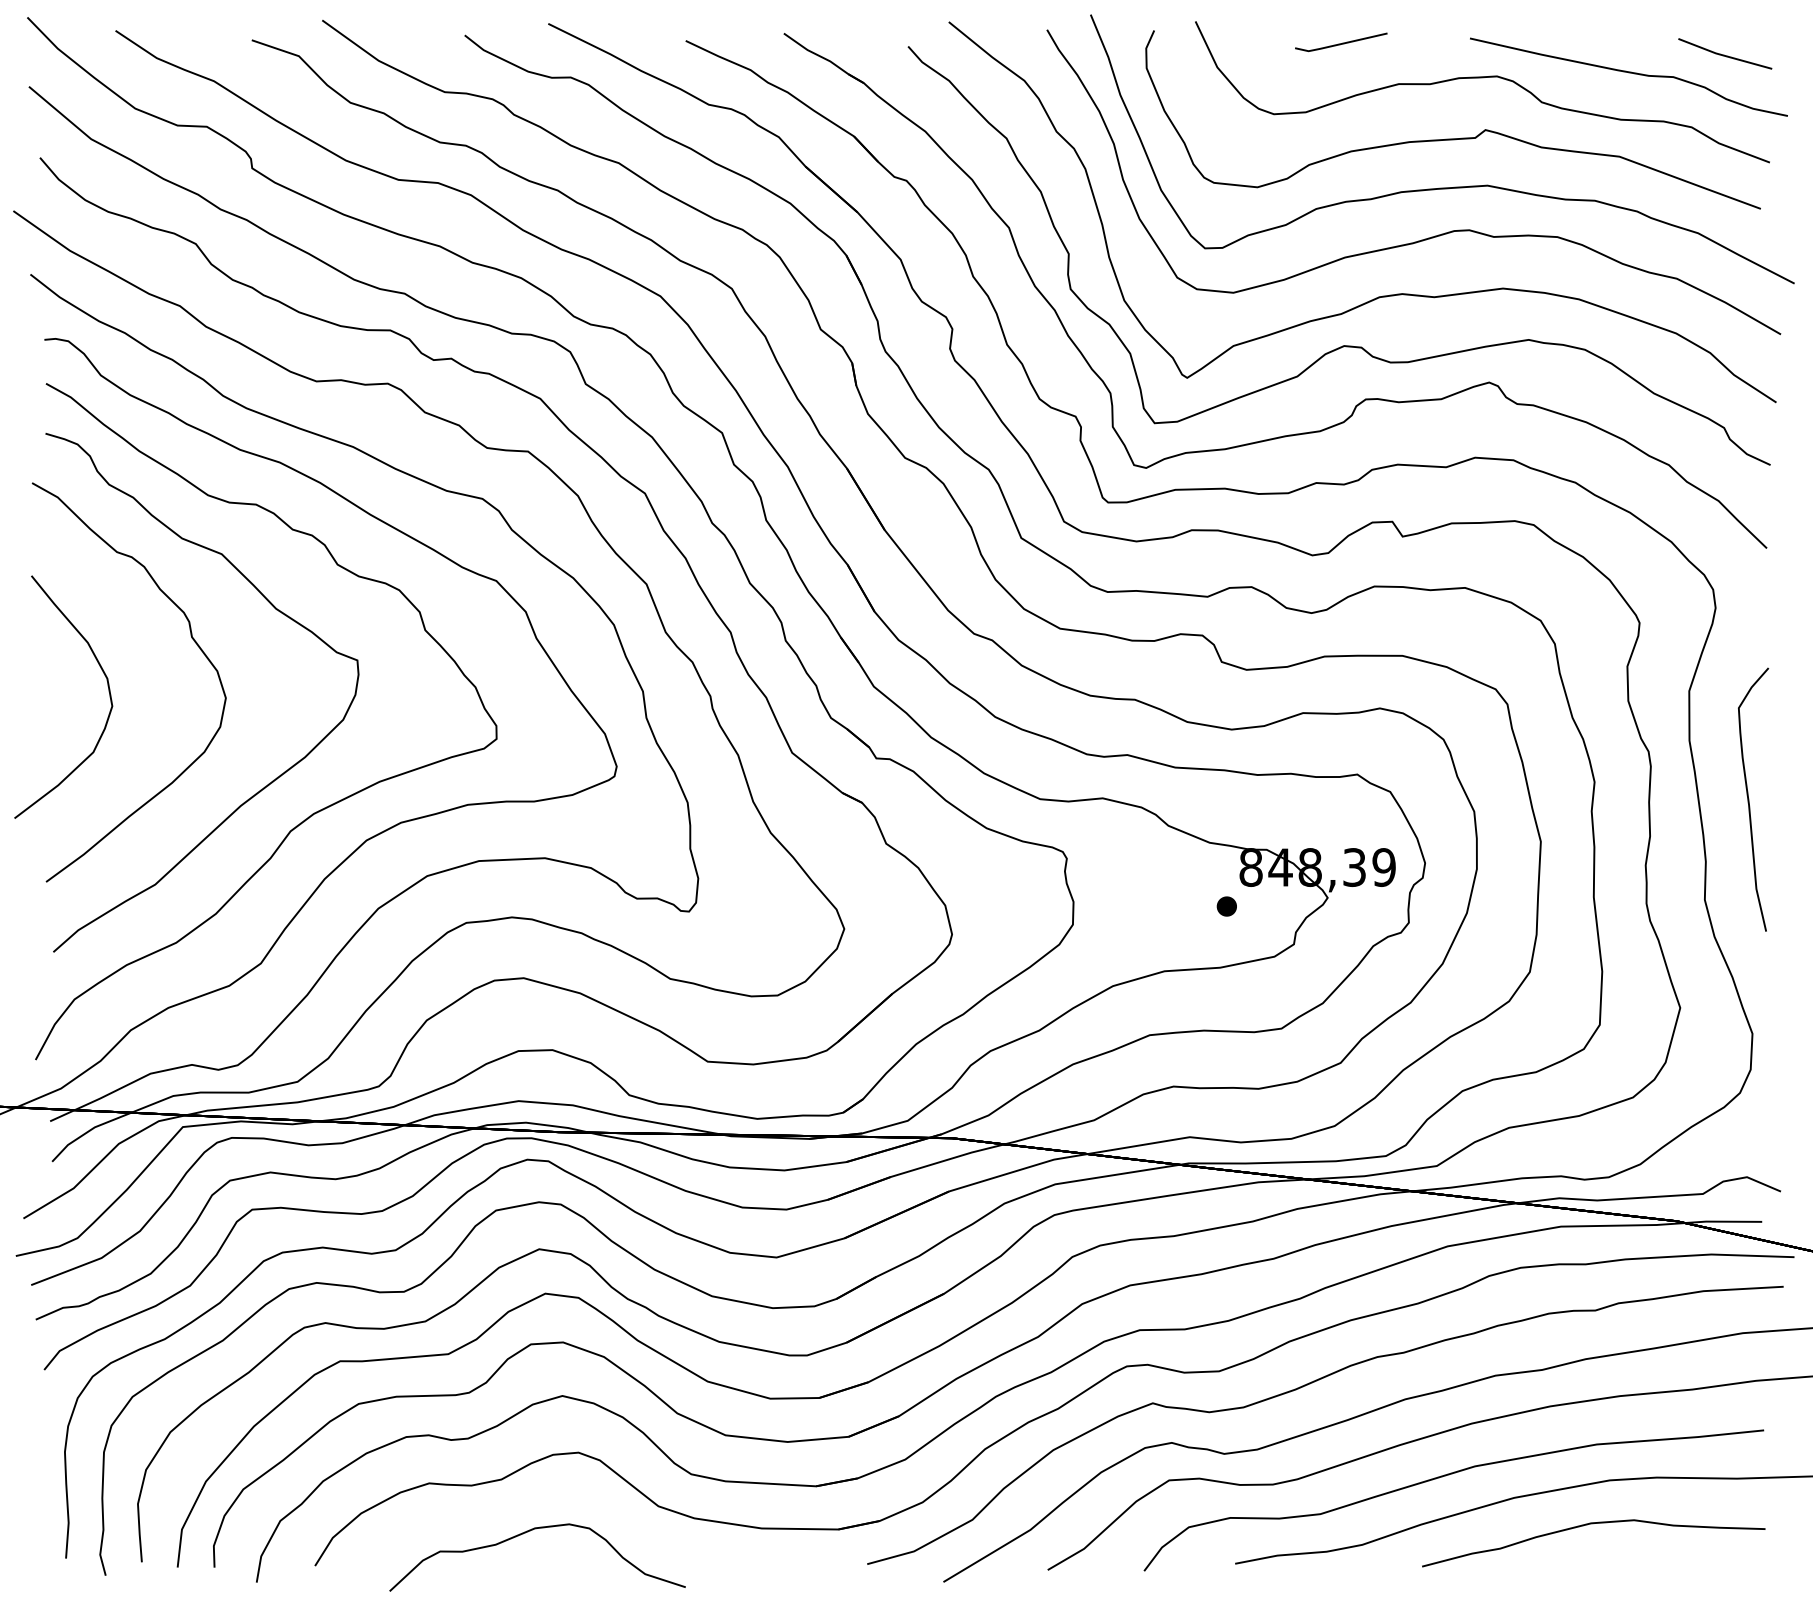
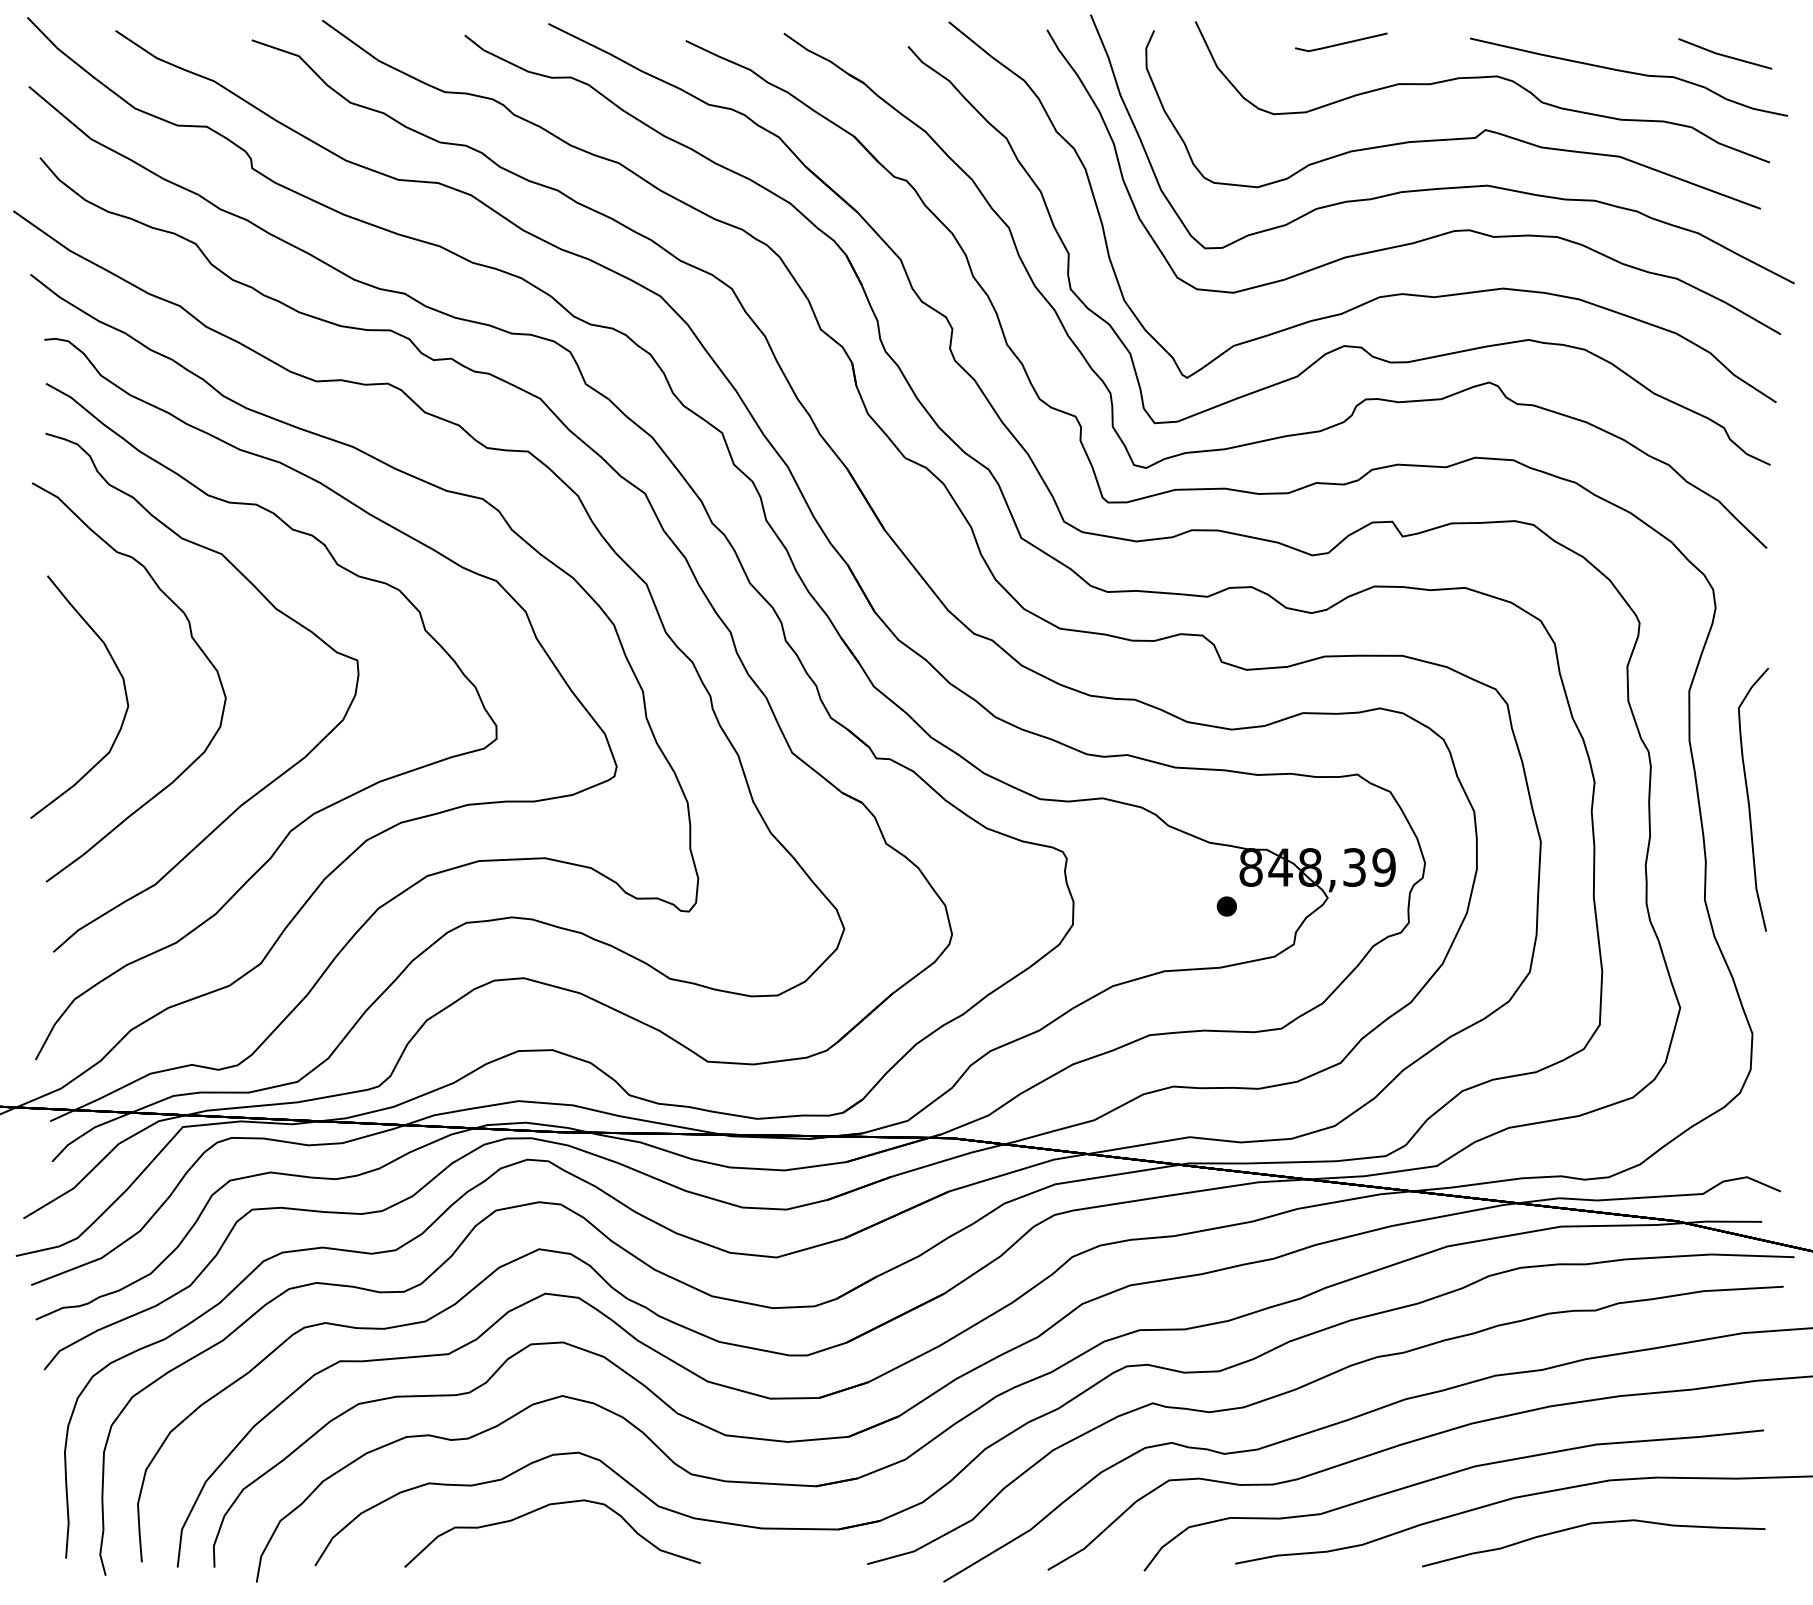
curve at (107, 686) position: (107, 686) -> (123, 686)
part at (528, 1532) position: (528, 1532) -> (543, 1508)
